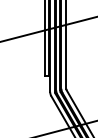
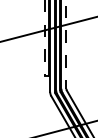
line at (44, 38): solid -> dashed
line at (66, 44): solid -> dashed
